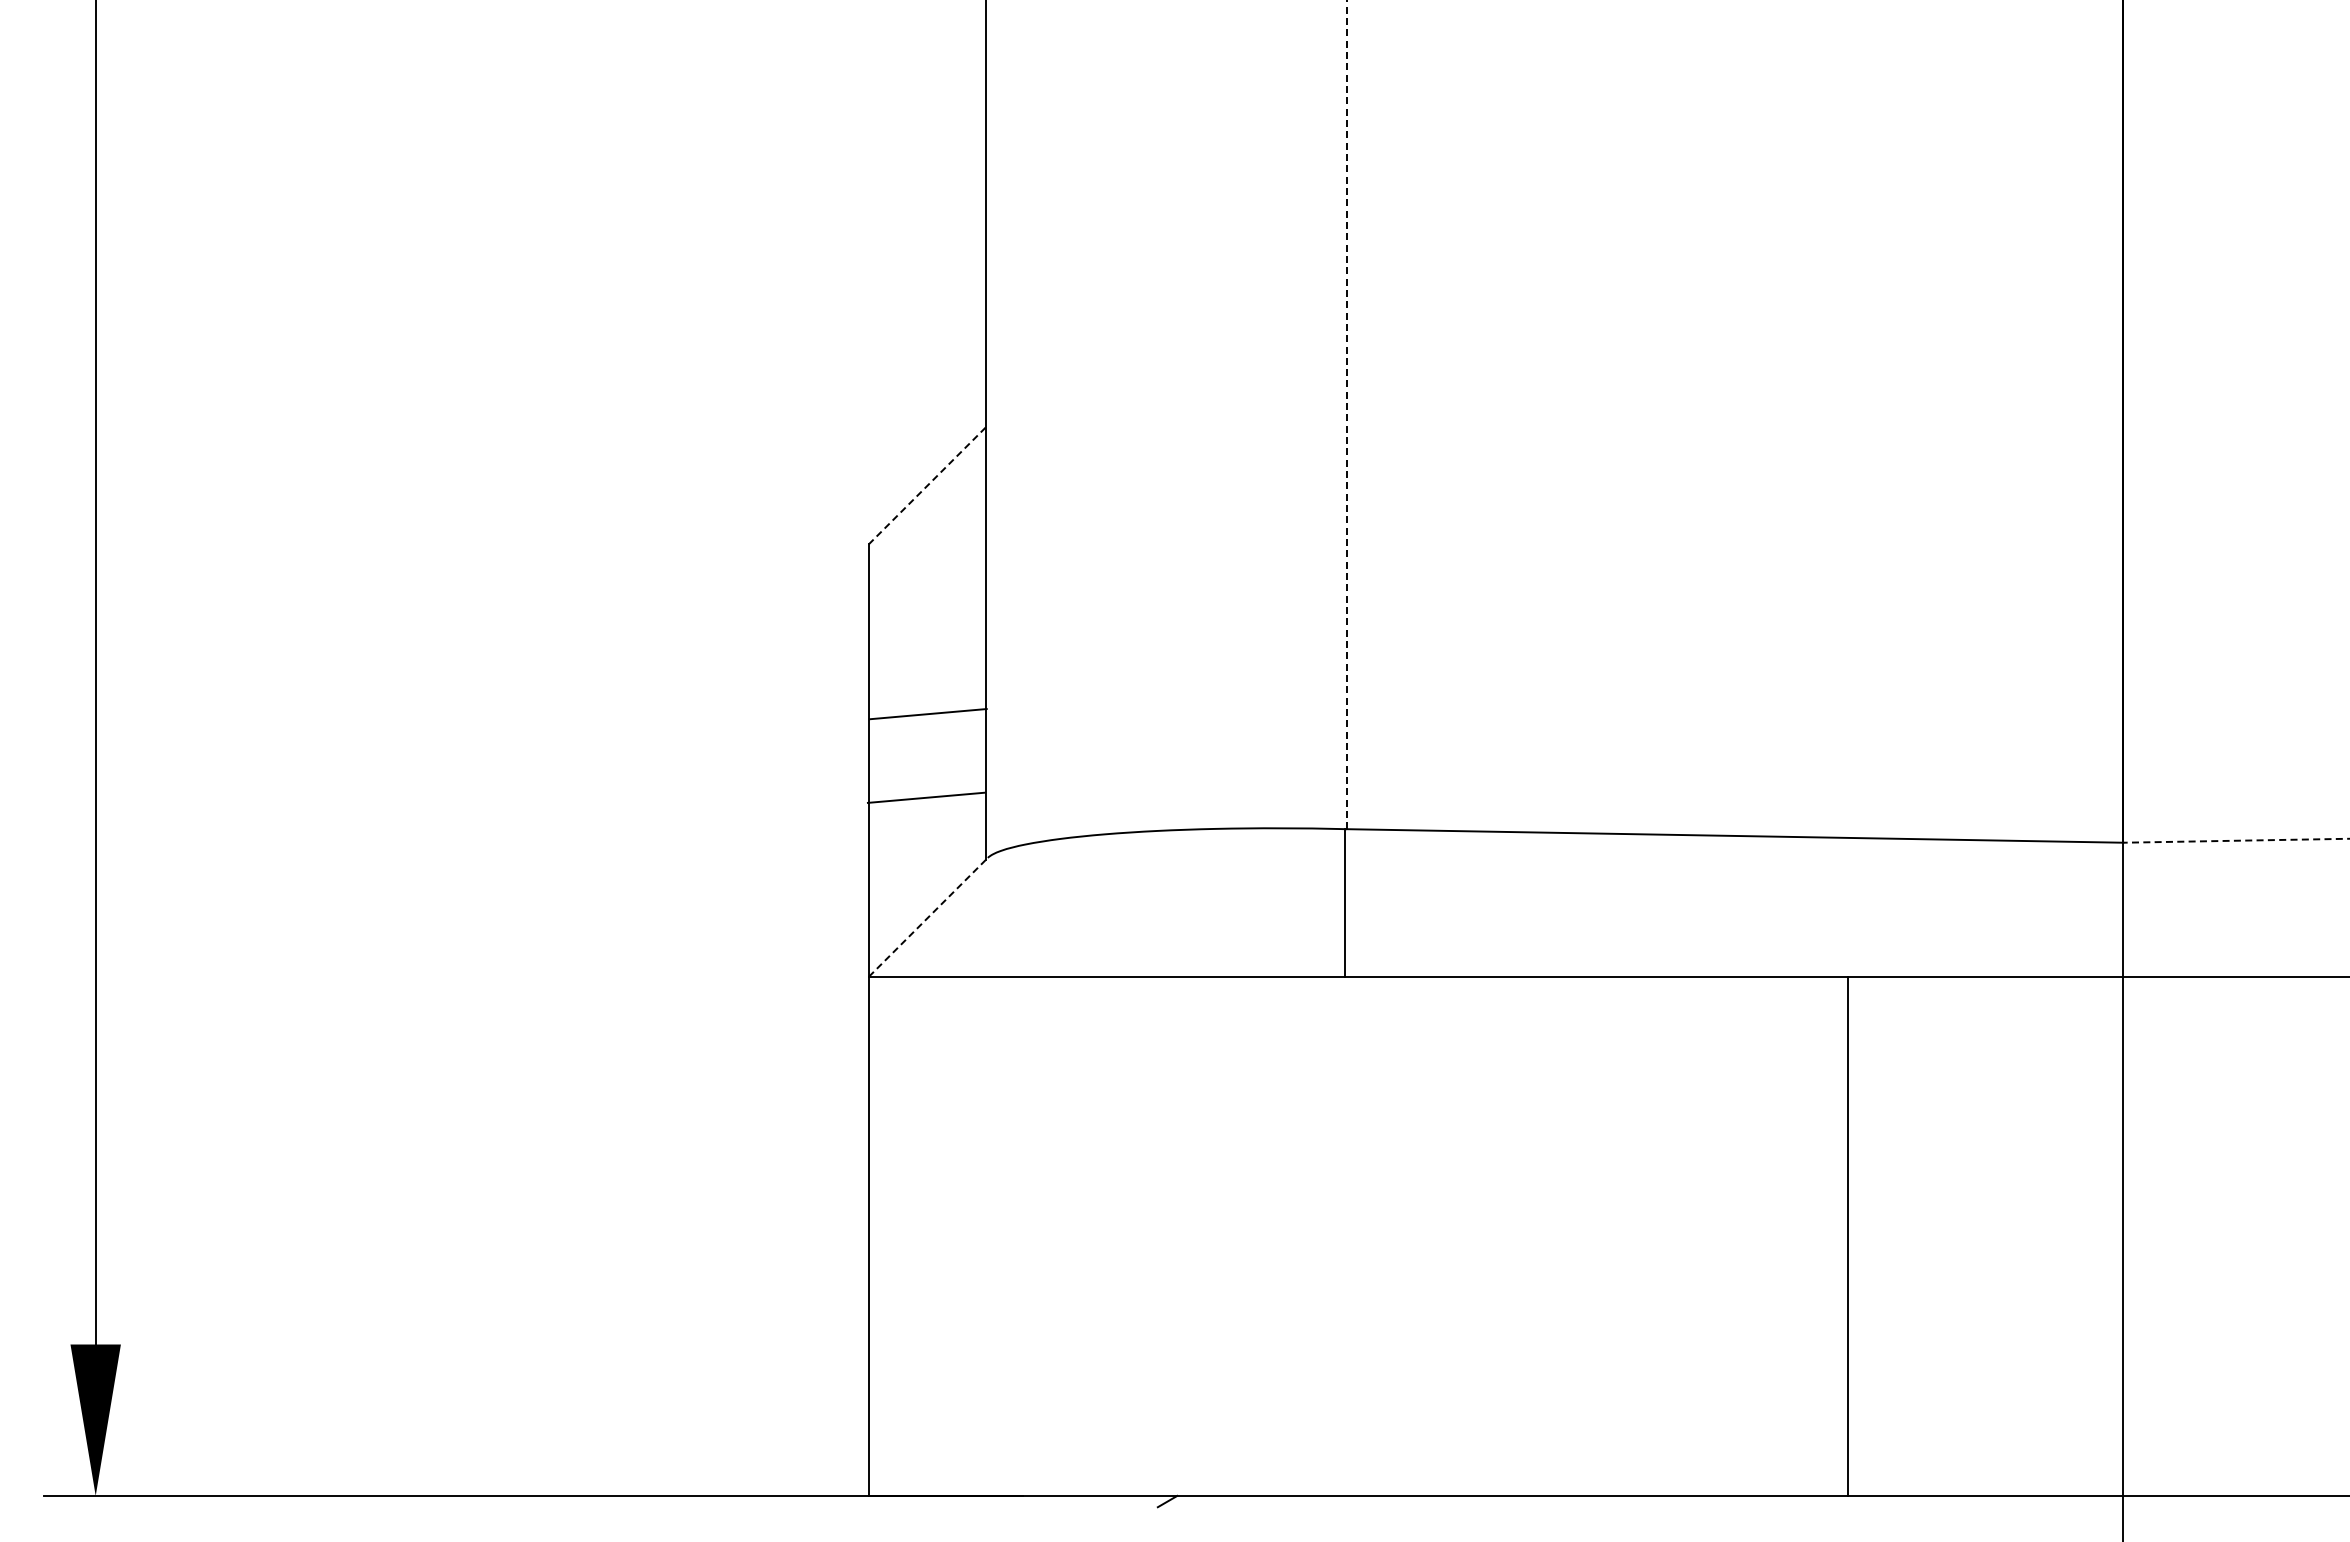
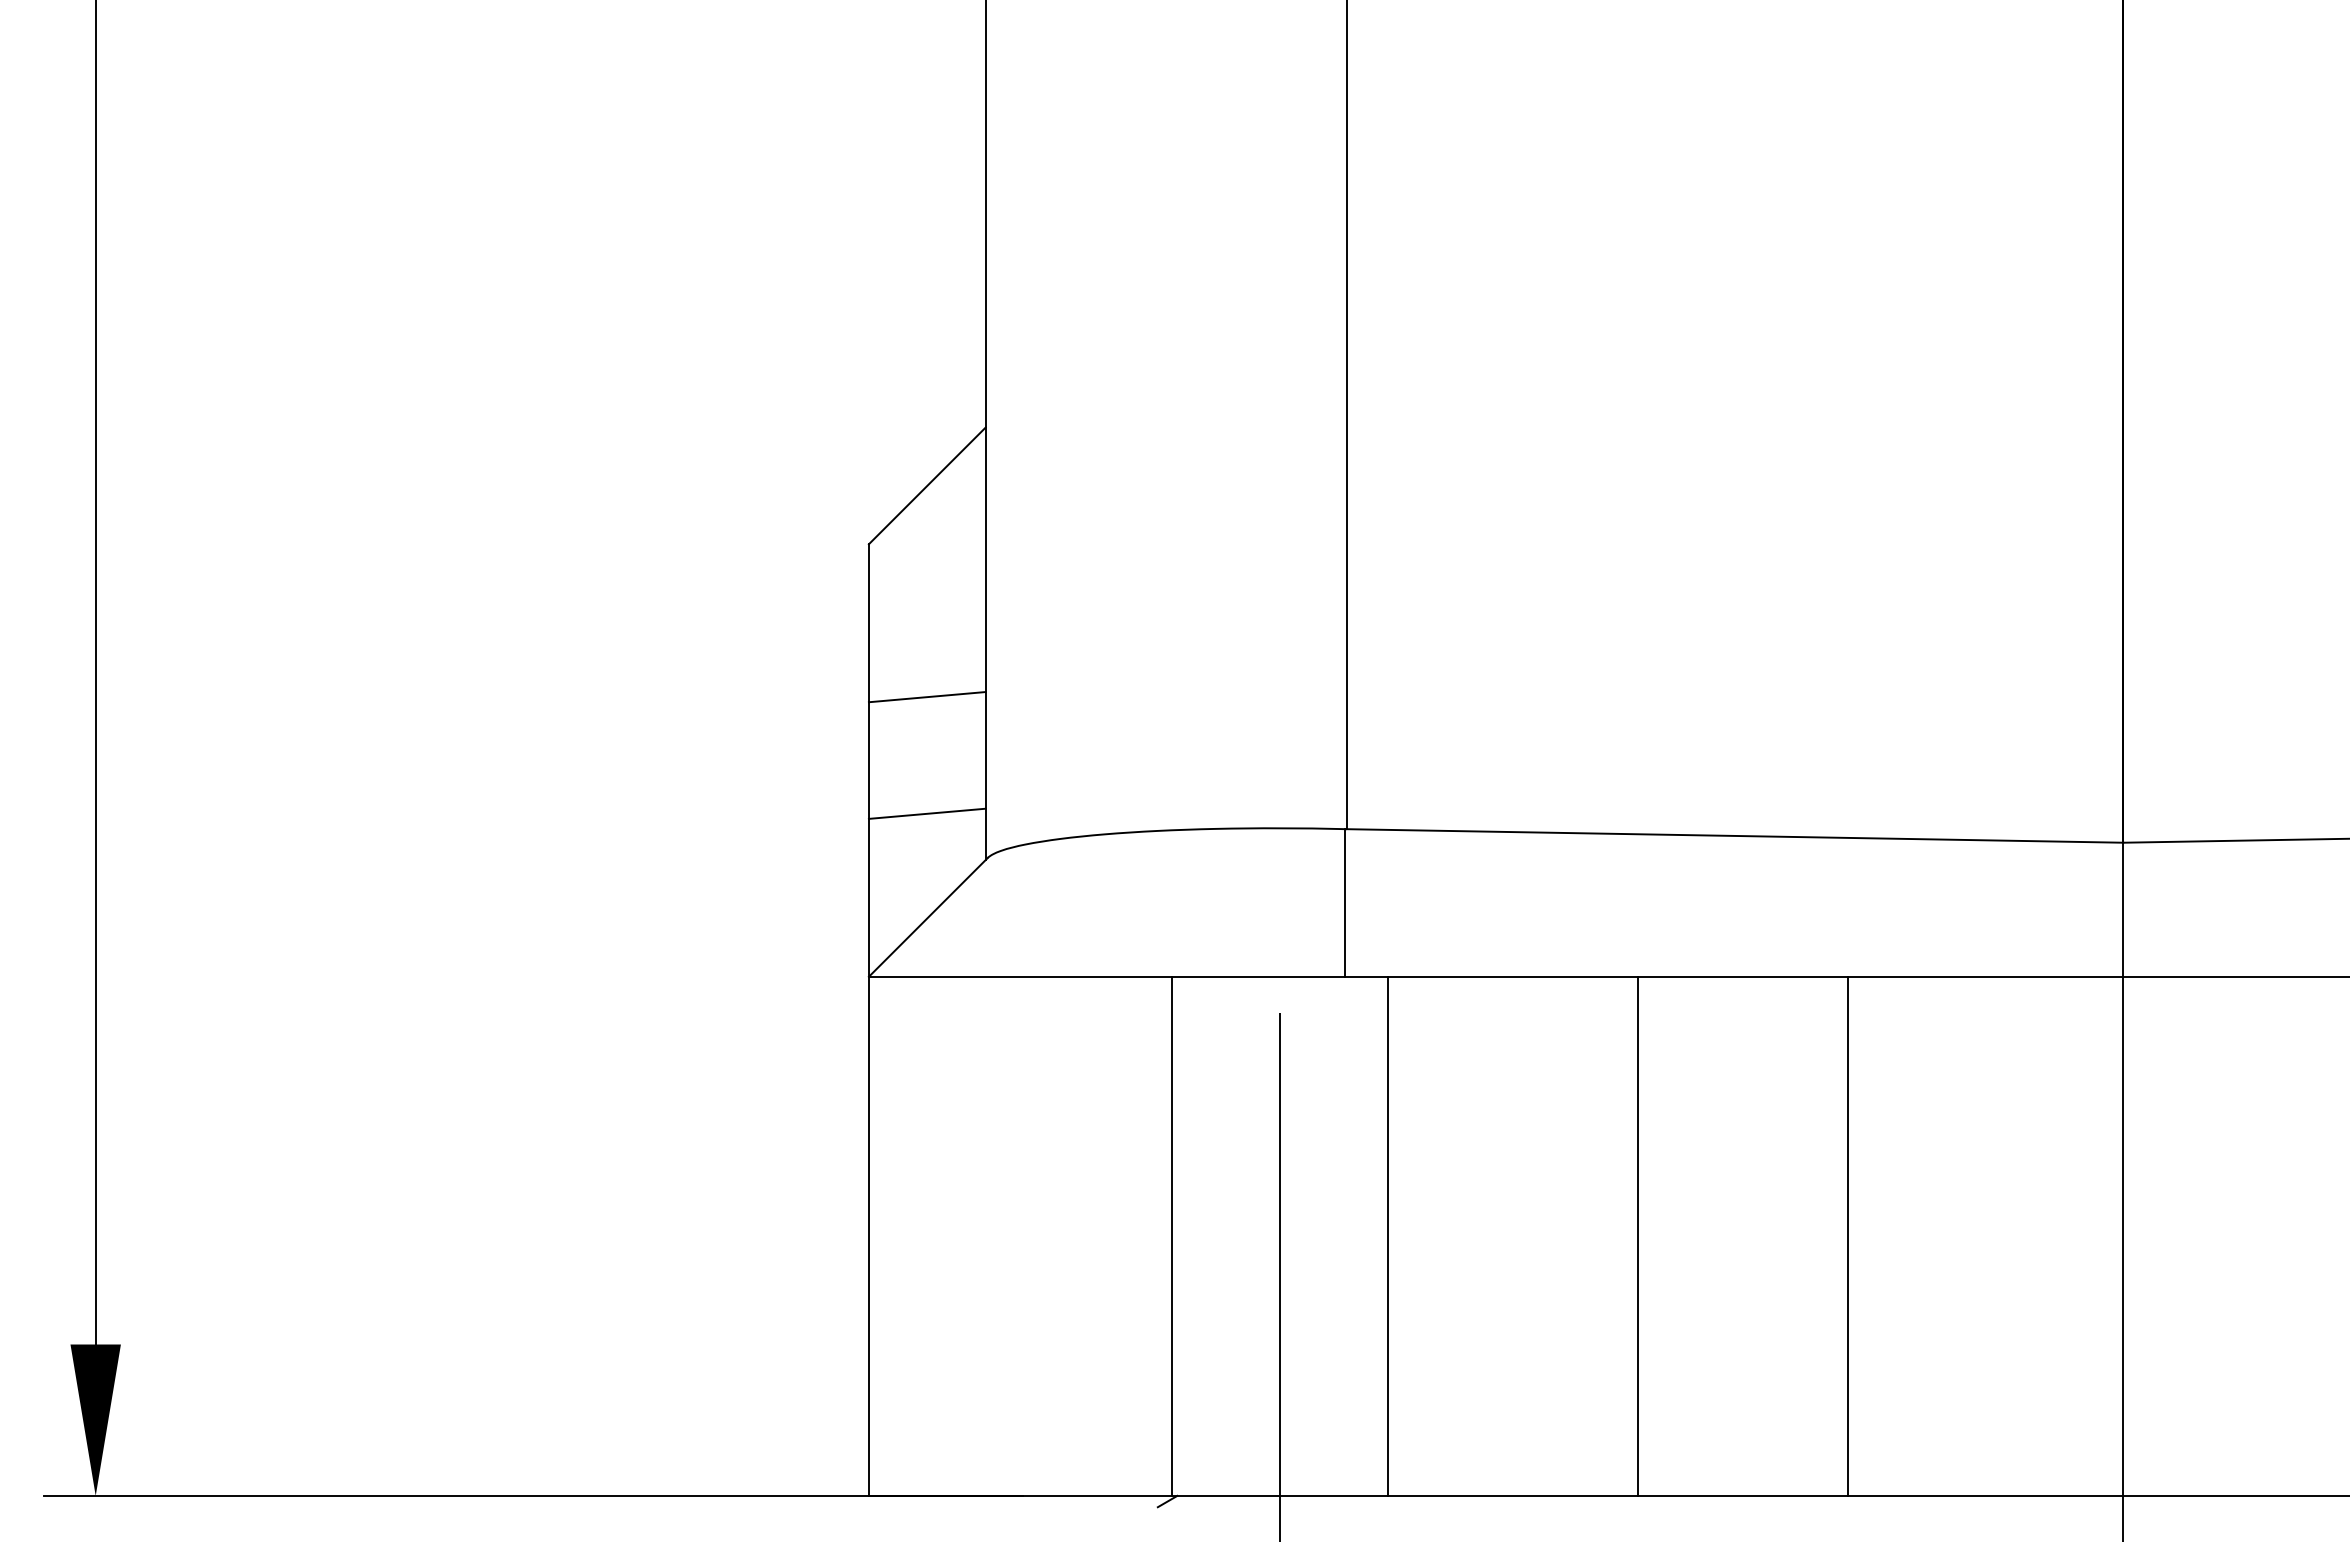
line at (1346, 414): dashed -> solid
line at (927, 485): dashed -> solid
line at (927, 714) position: (927, 714) -> (926, 697)
line at (925, 797) position: (925, 797) -> (926, 813)
line at (2236, 840): dashed -> solid
line at (928, 917): dashed -> solid
line at (1171, 1235): none -> present
line at (1388, 1235): none -> present
line at (1637, 1235): none -> present
line at (1279, 1275): none -> present
